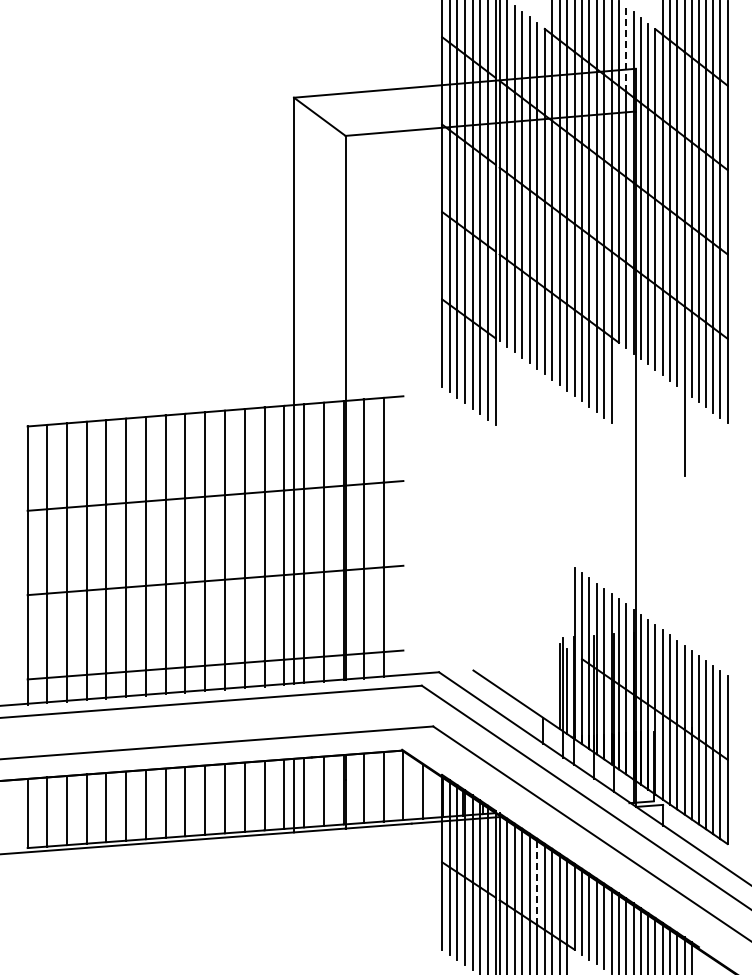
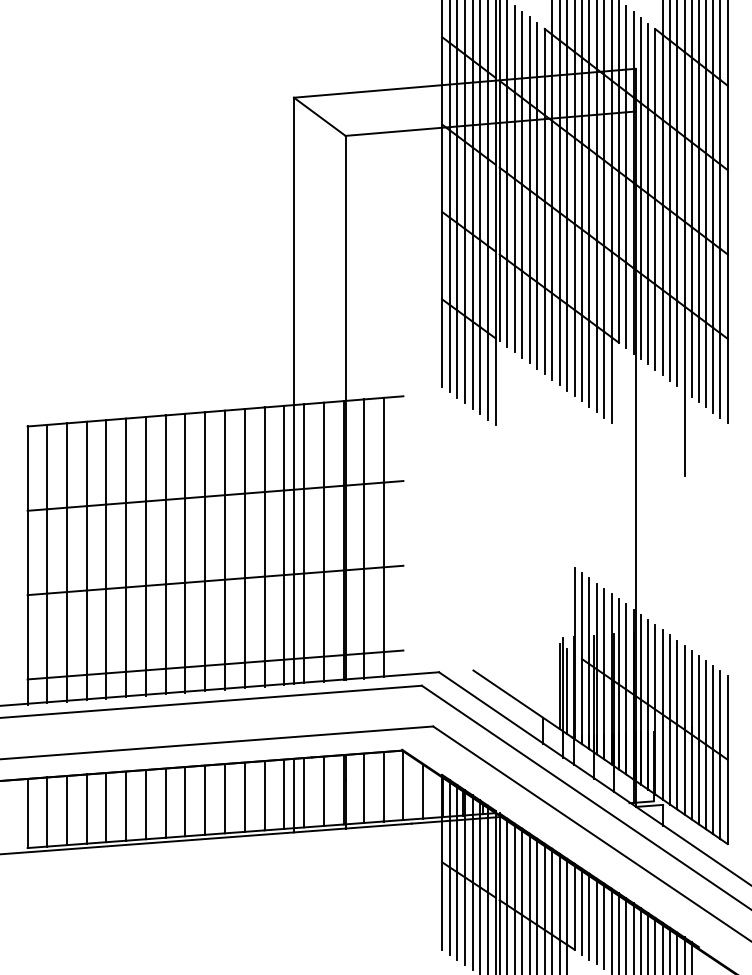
line at (626, 49): dashed -> solid
line at (537, 881): dashed -> solid
